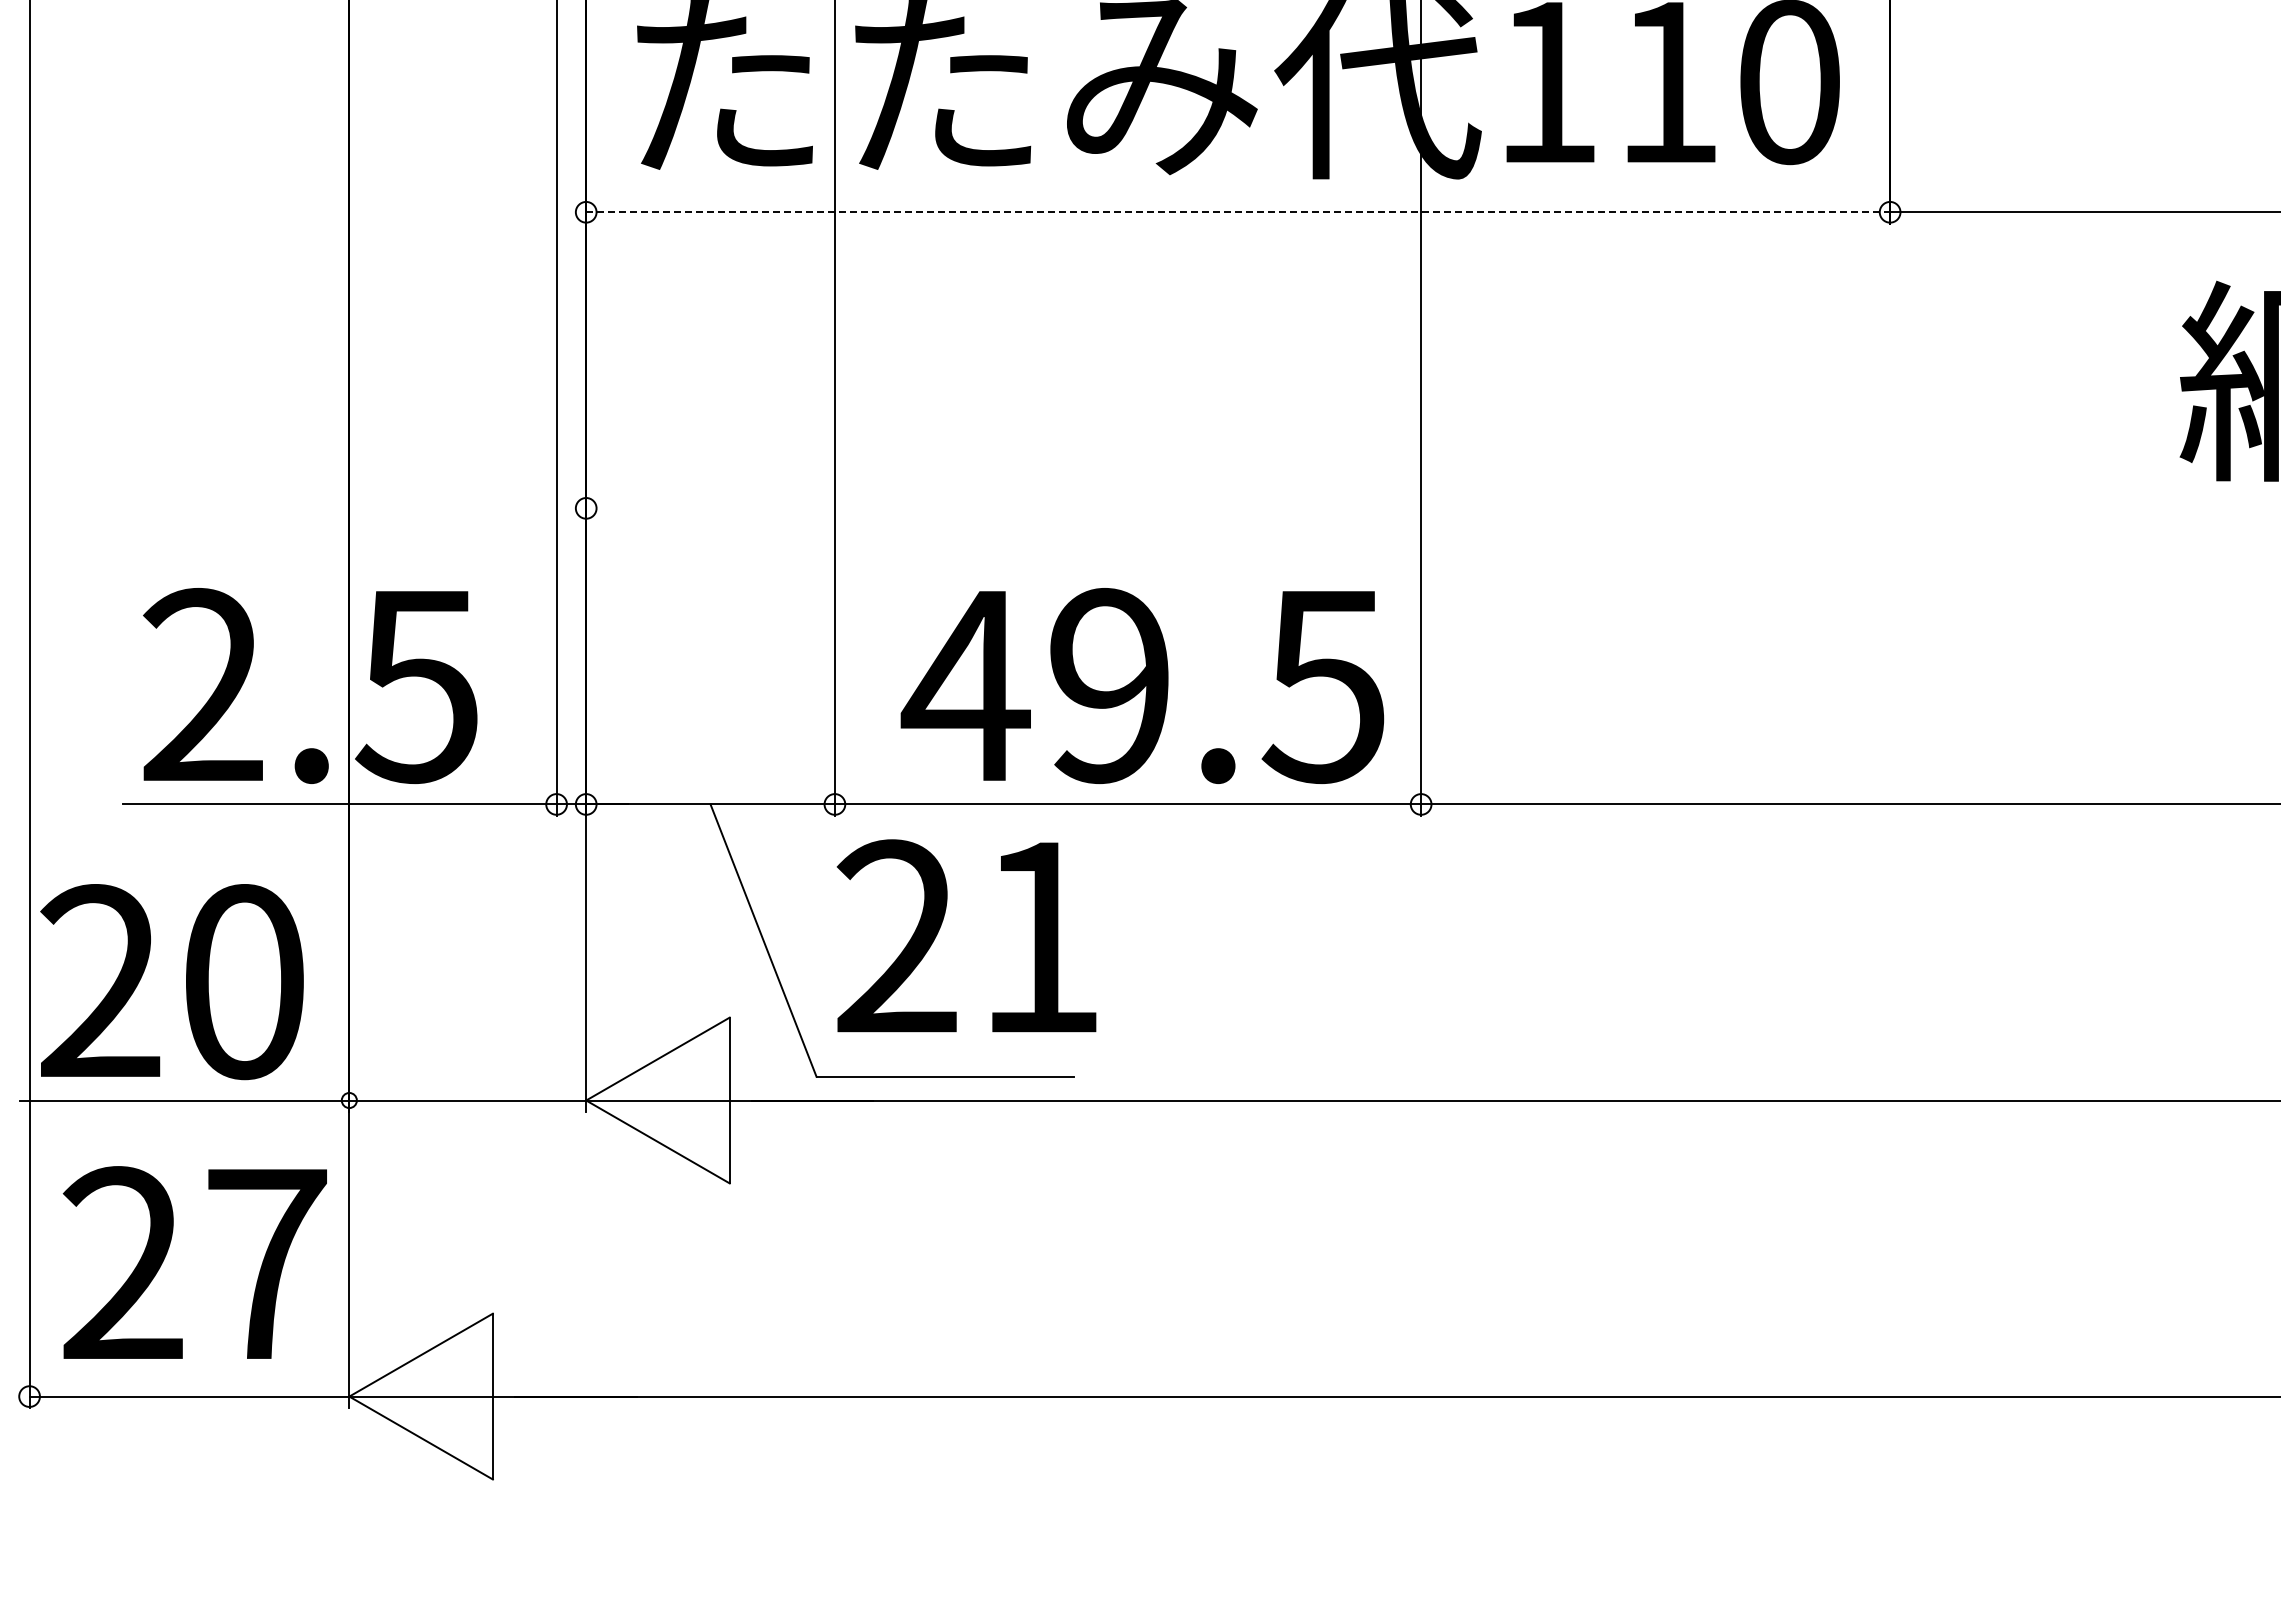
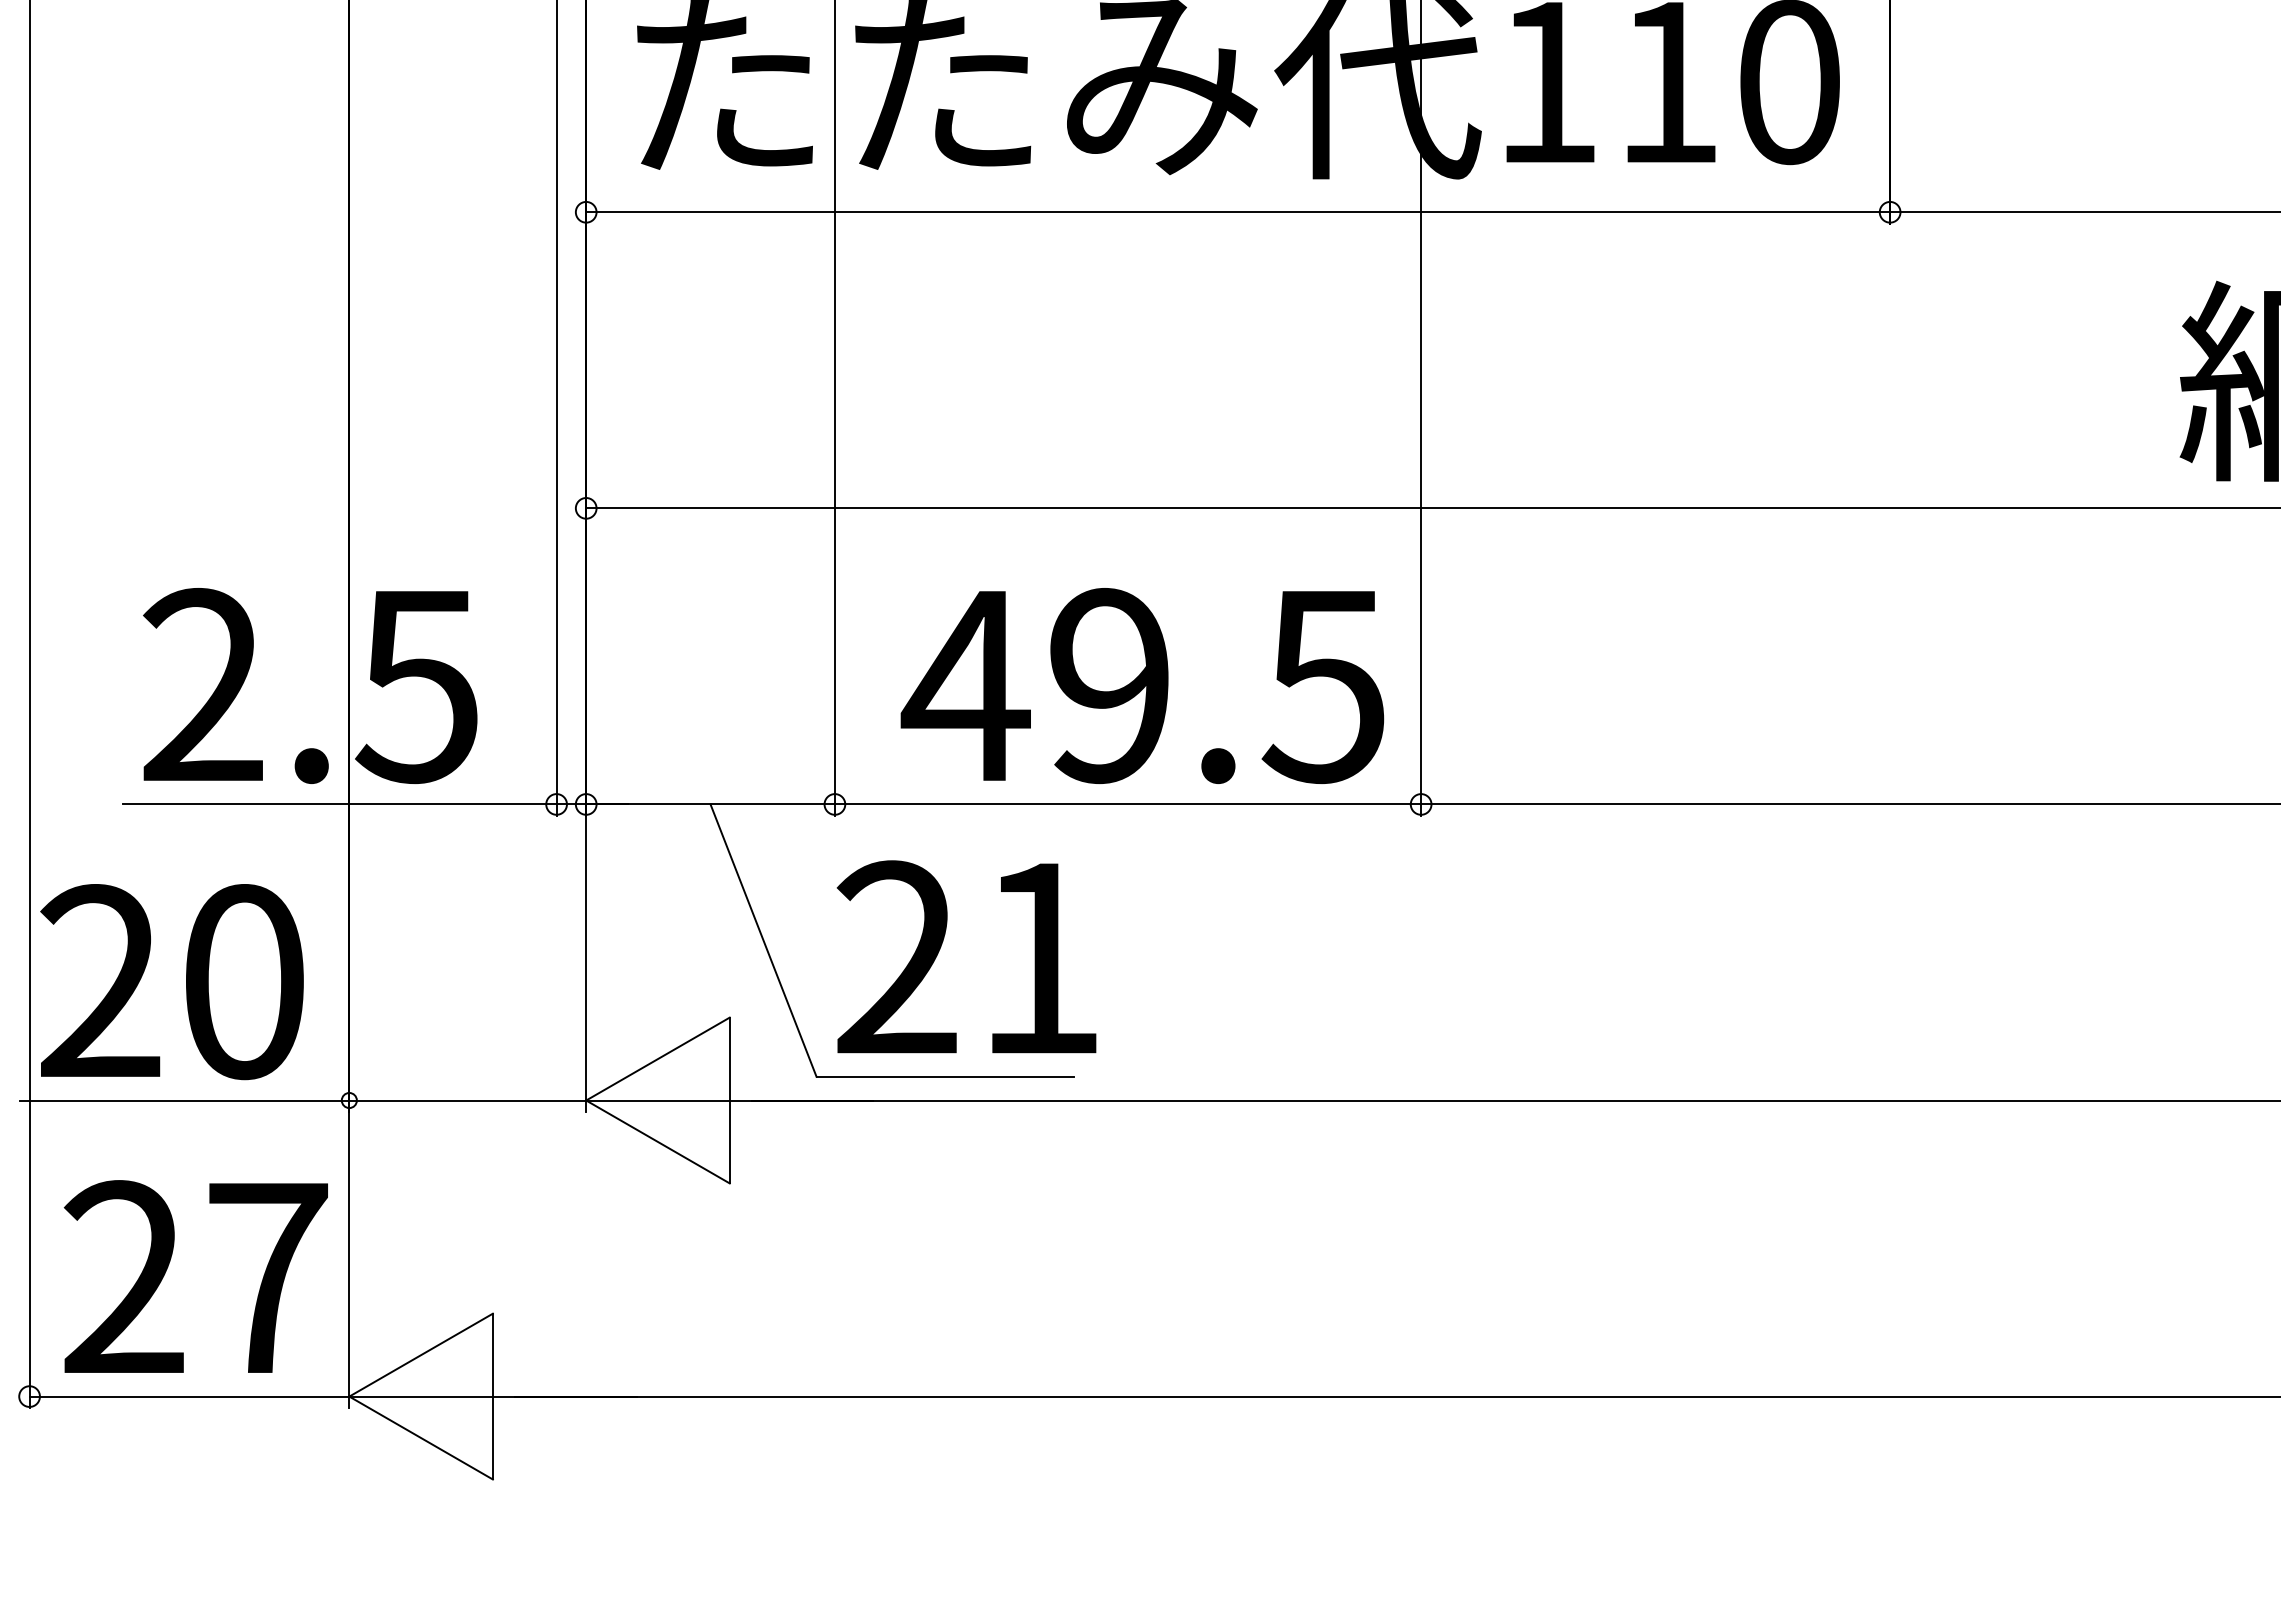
line at (1238, 212): dashed -> solid
line at (1431, 508): none -> present
text at (966, 935) position: (966, 935) -> (966, 956)
text at (194, 1262) position: (194, 1262) -> (195, 1276)
